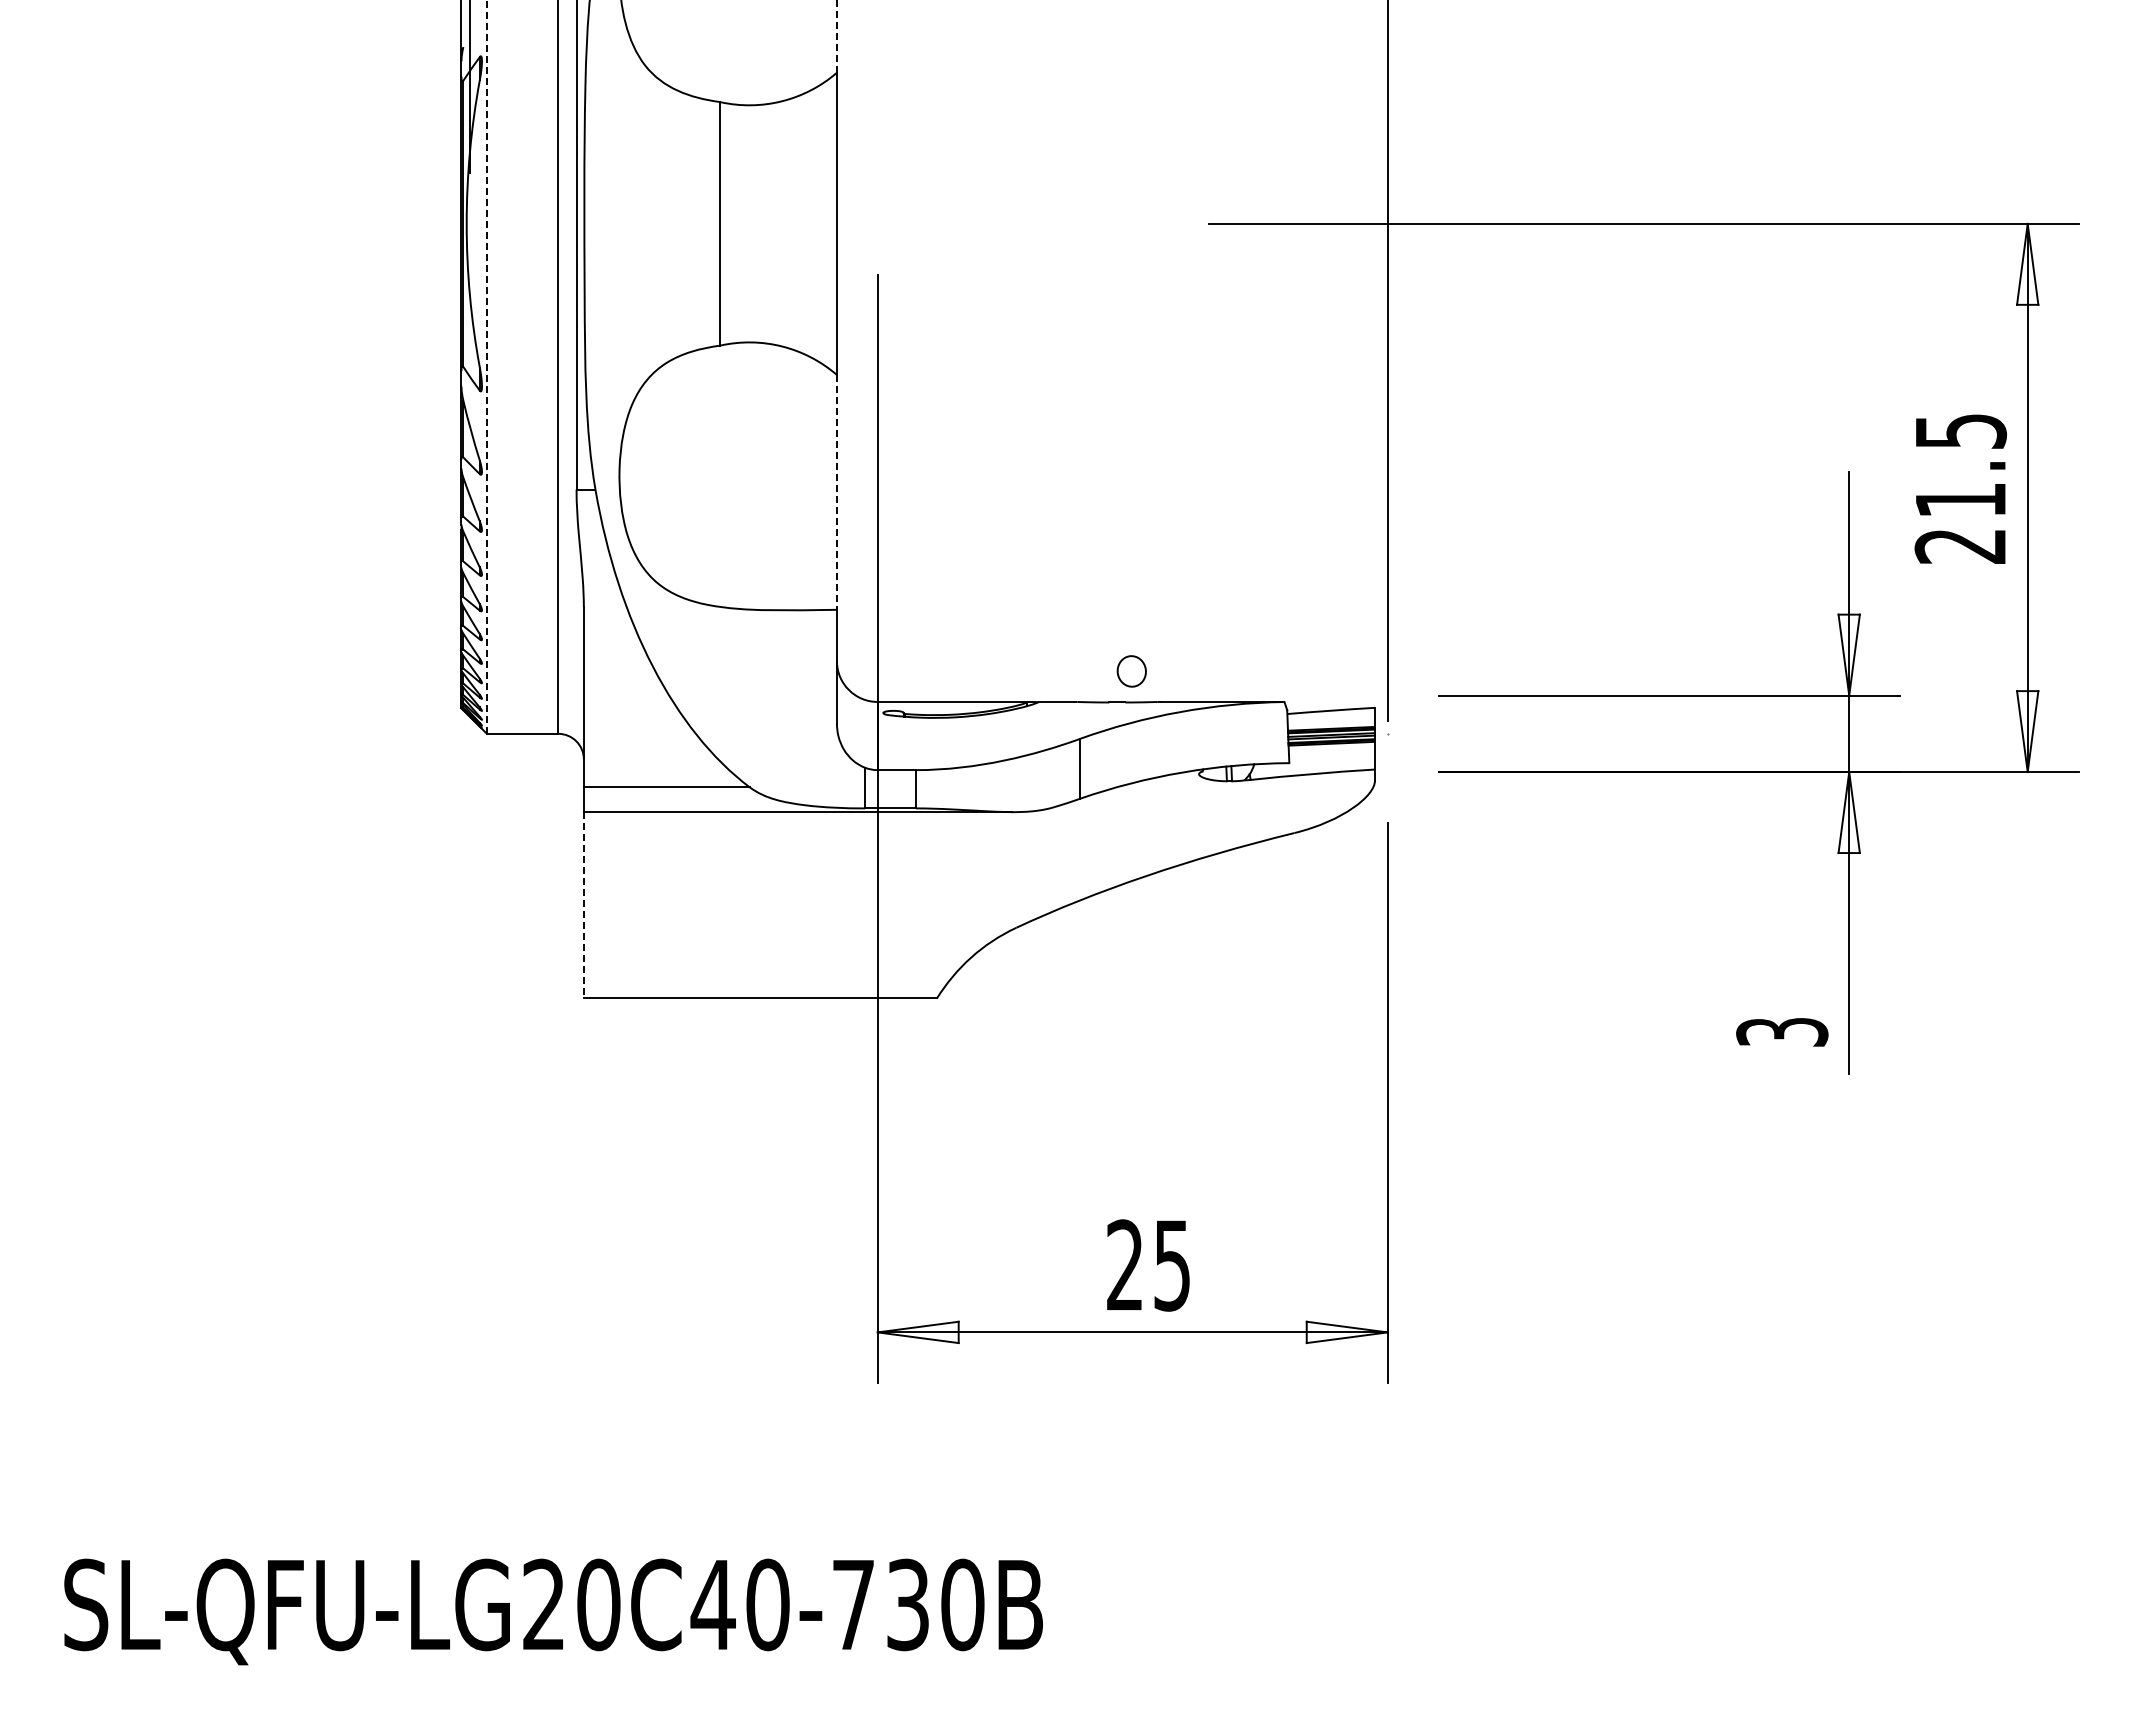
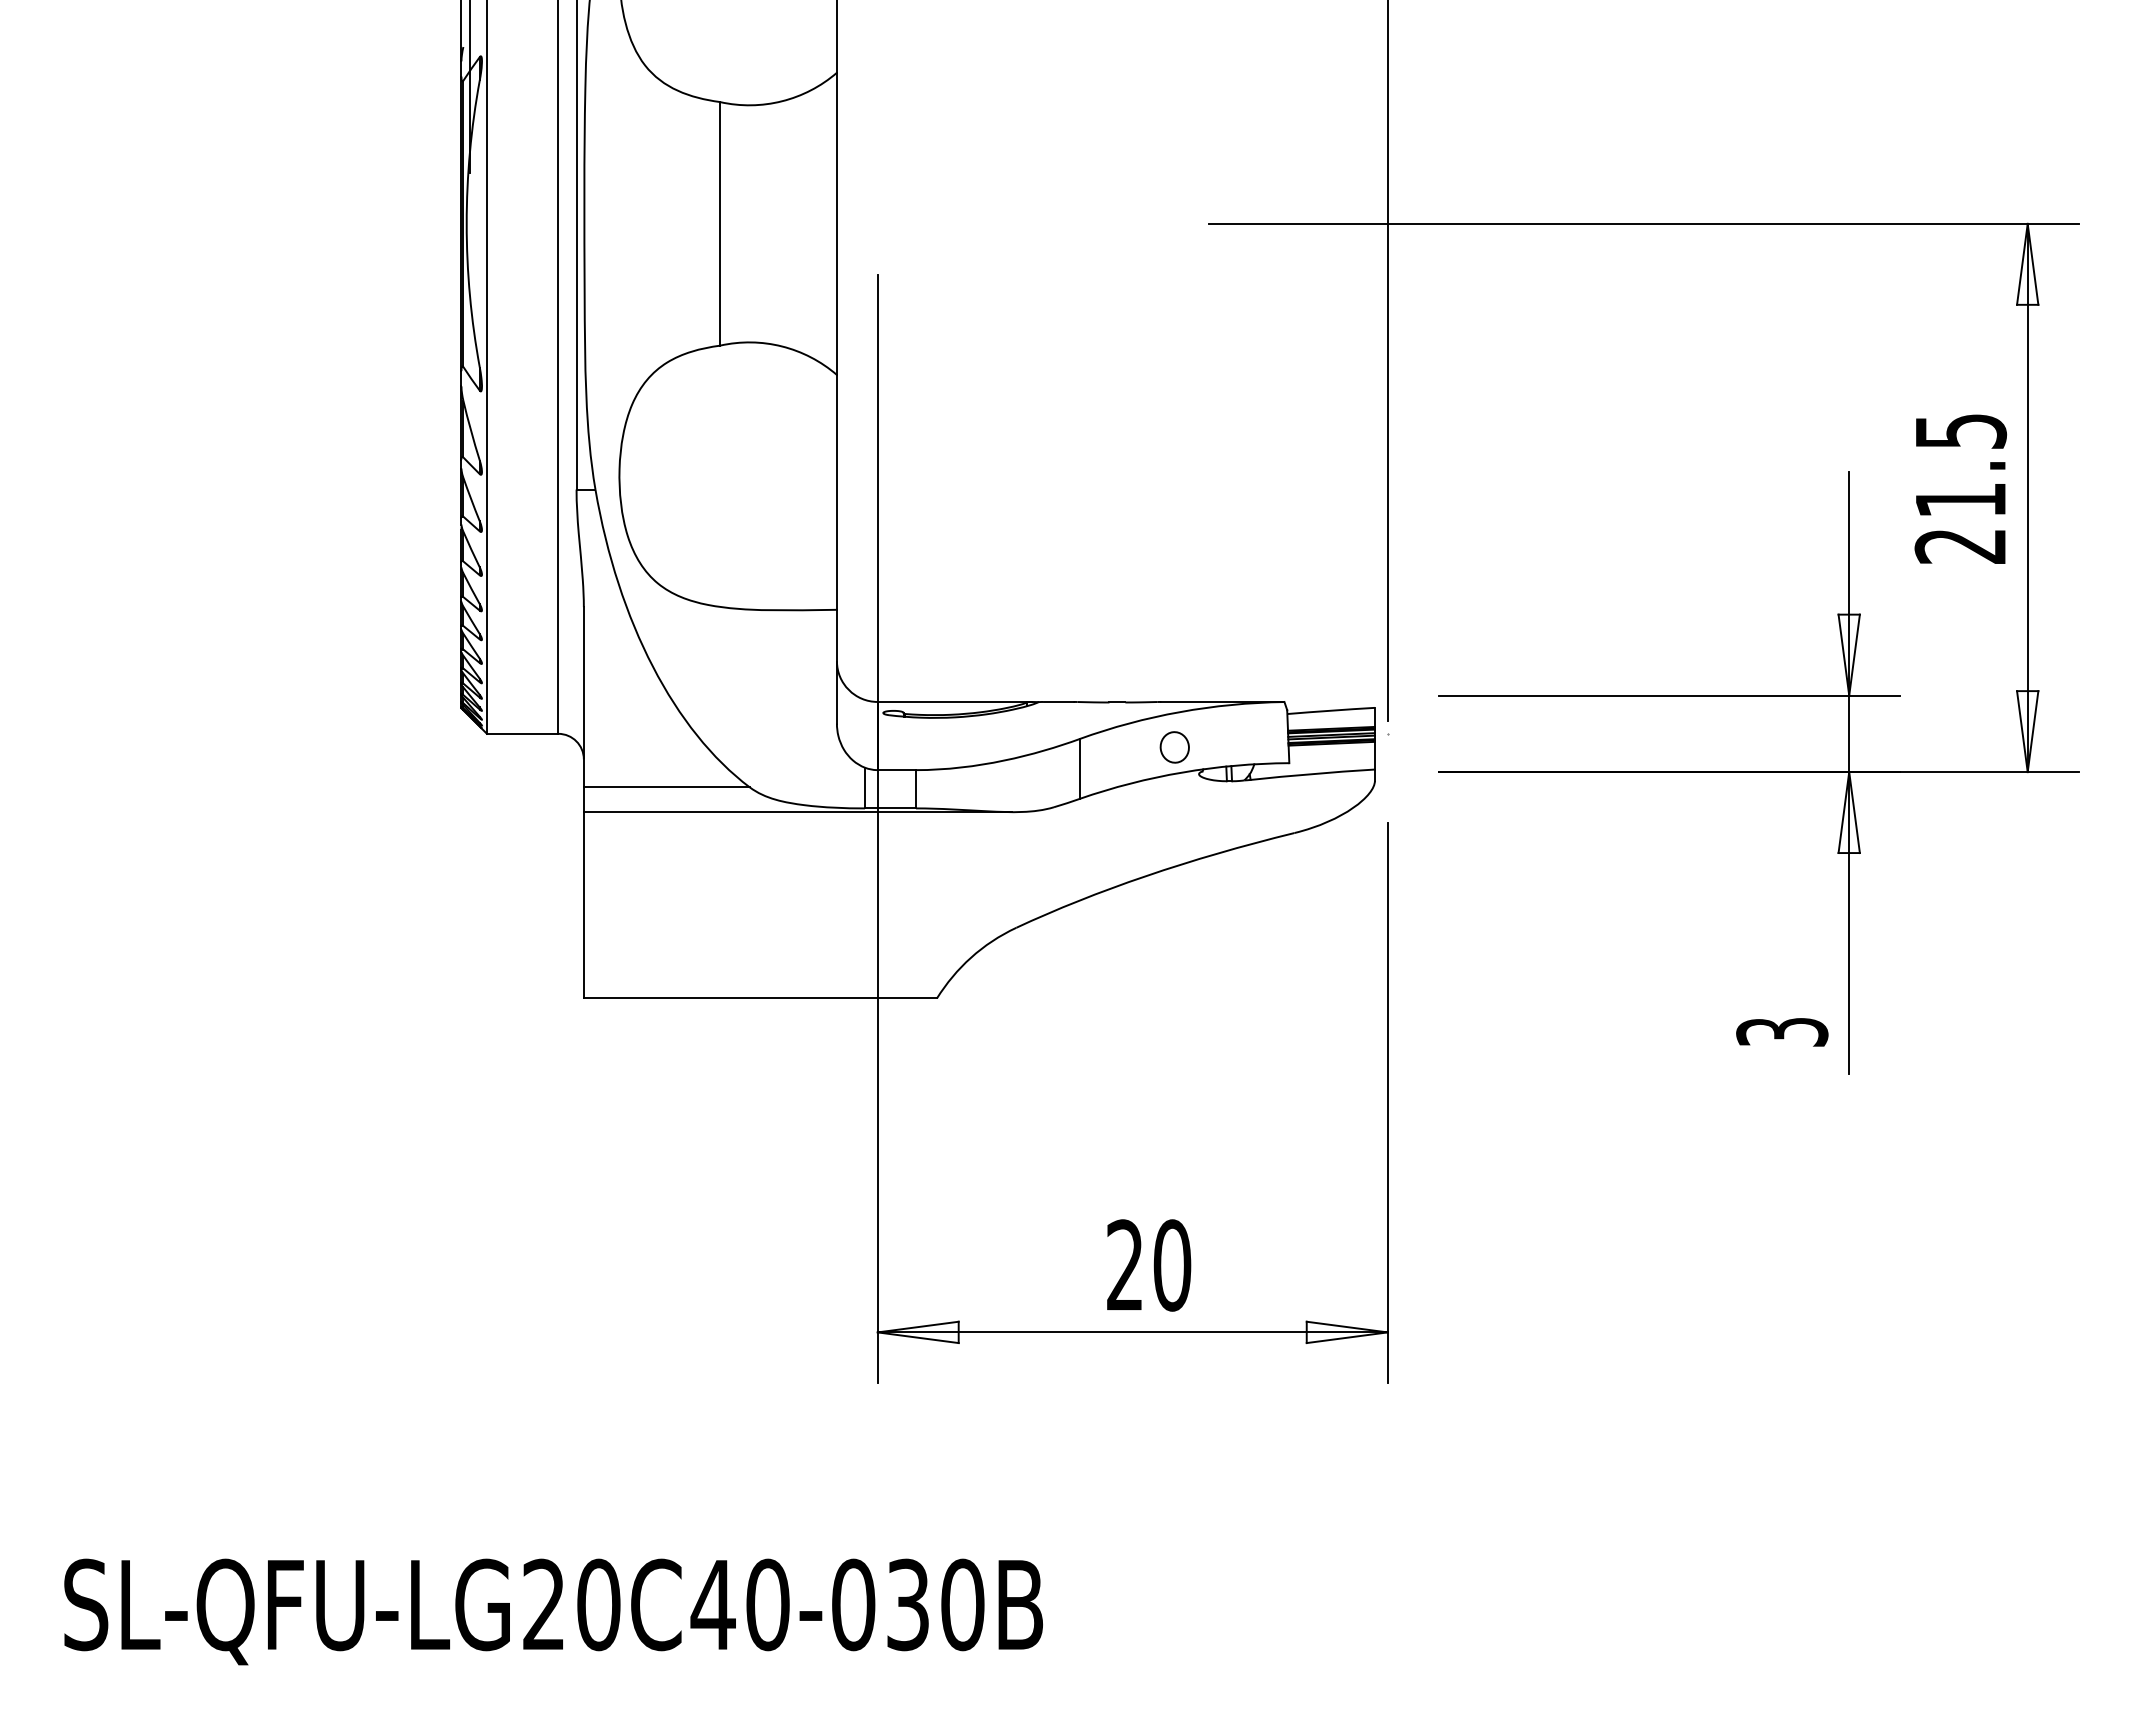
line at (836, 36): dashed -> solid
line at (486, 366): dashed -> solid
line at (836, 492): dashed -> solid
part at (1131, 671) position: (1131, 671) -> (1174, 747)
line at (583, 905): dashed -> solid
text at (1172, 1265): 25 -> 20
text at (853, 1604): SL-QFU-LG20C40-730B -> SL-QFU-LG20C40-030B
